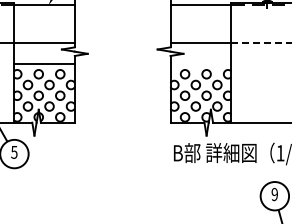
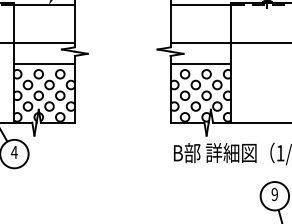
line at (261, 43): dashed -> solid
line at (200, 63): none -> present
text at (13, 152): 5 -> 4
